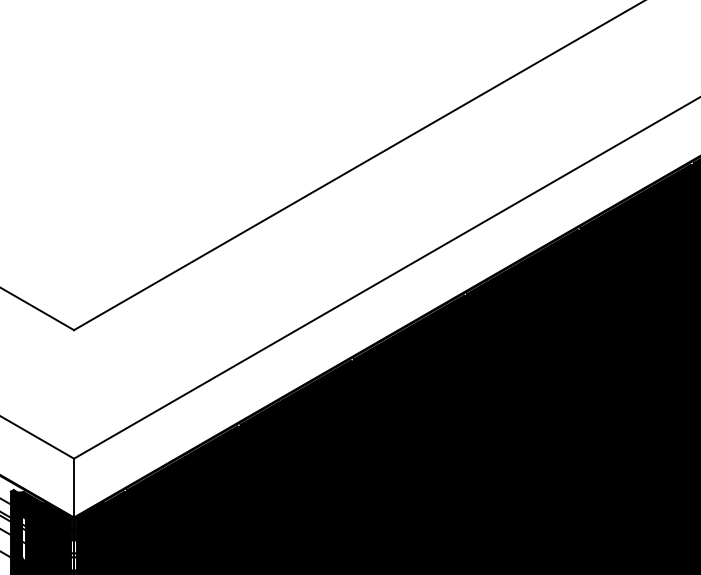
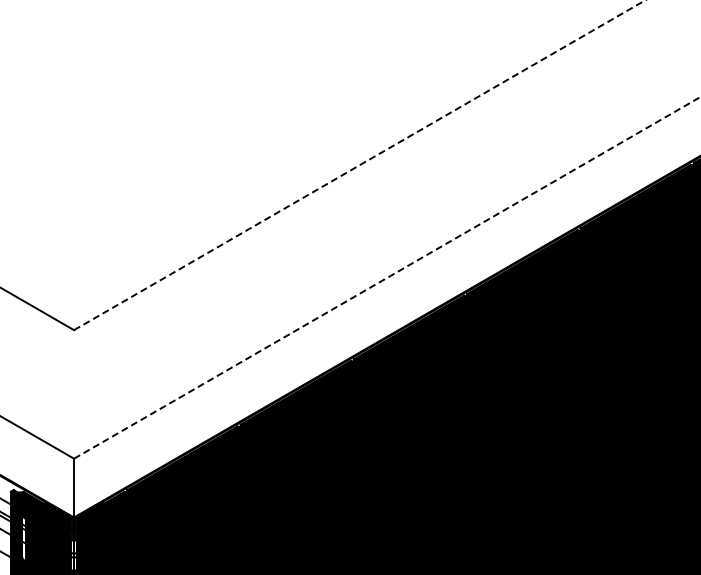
line at (359, 165): solid -> dashed
line at (387, 277): solid -> dashed
